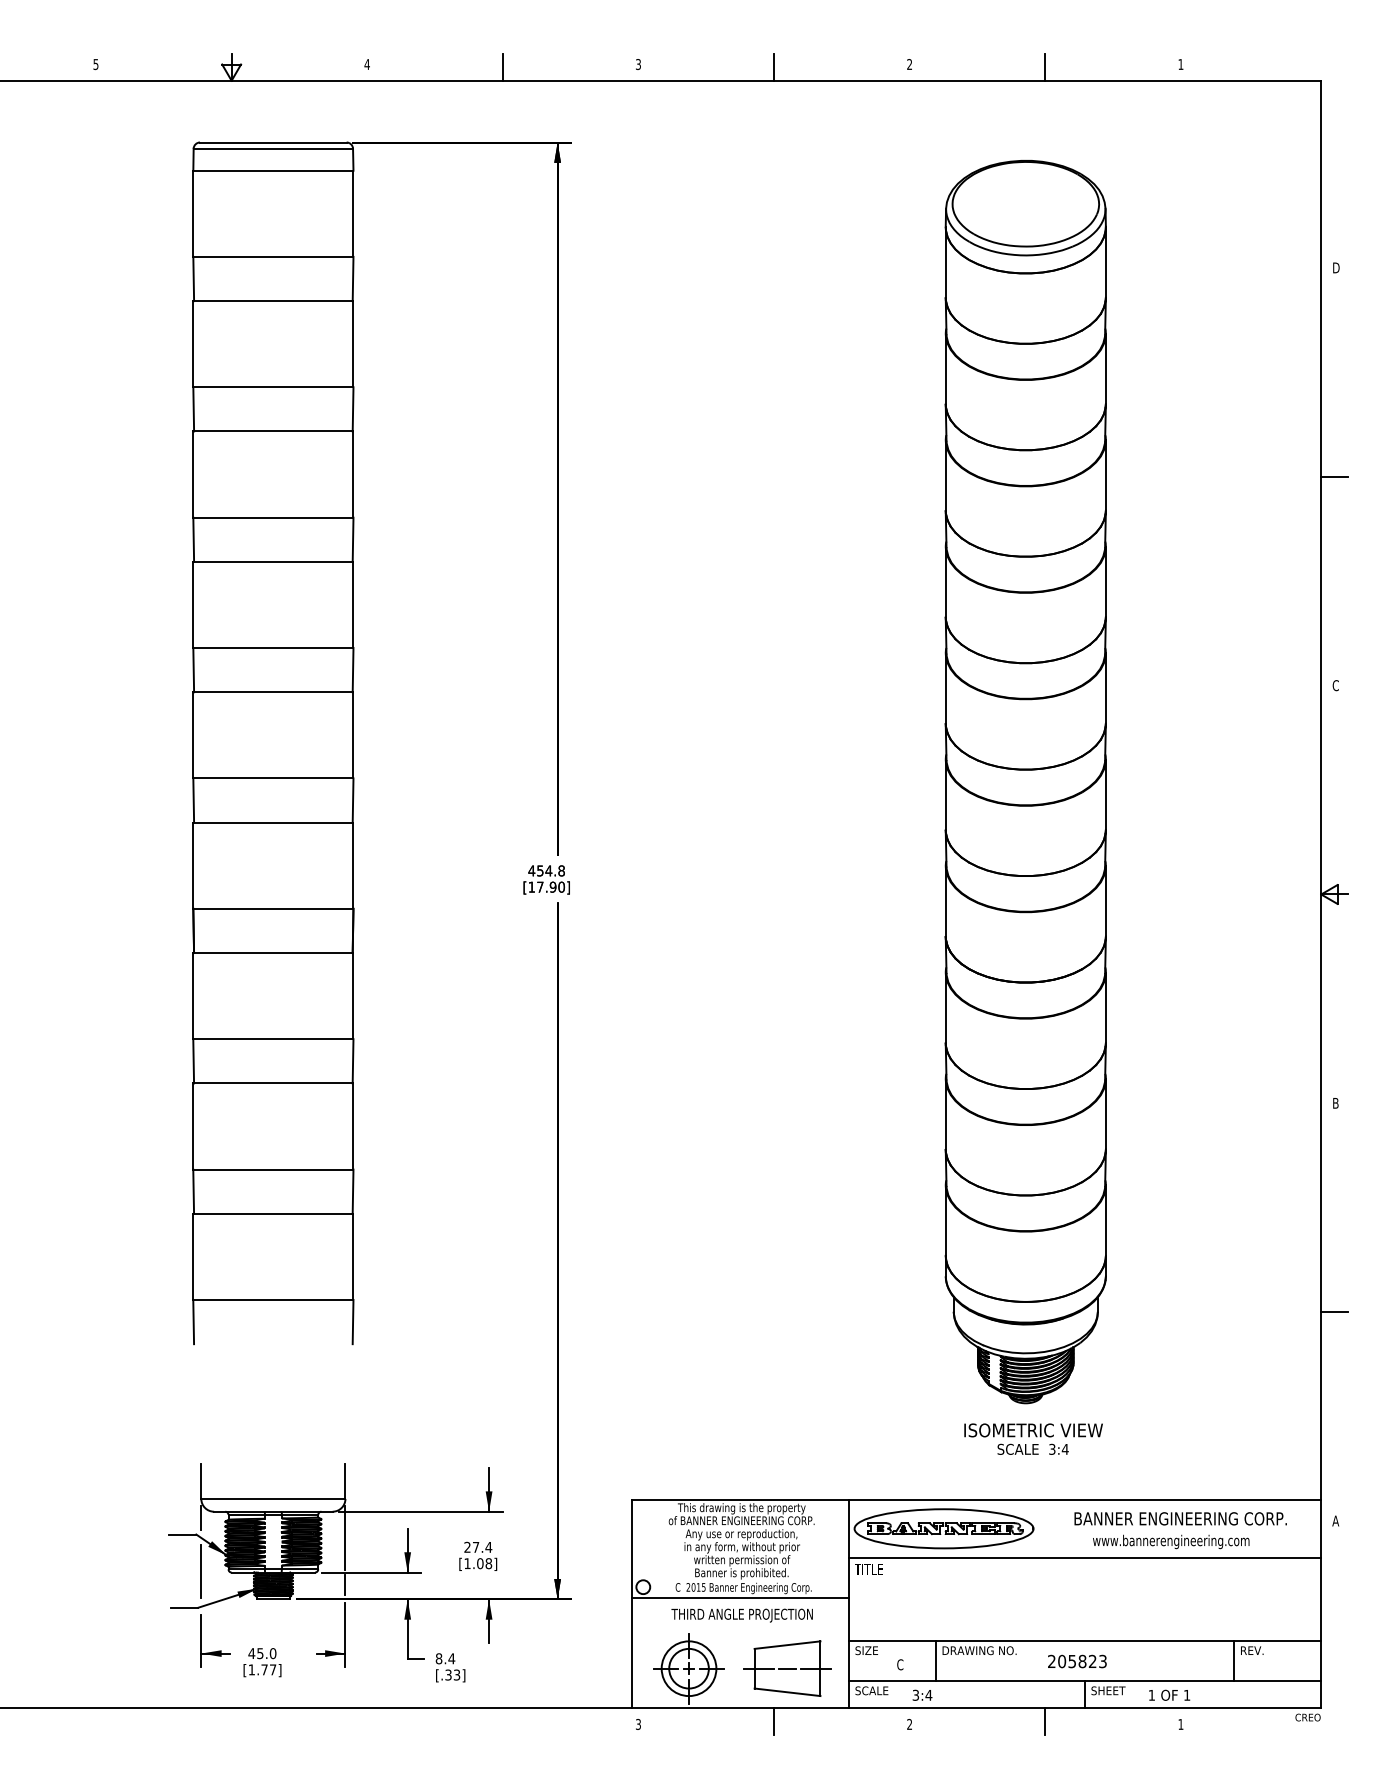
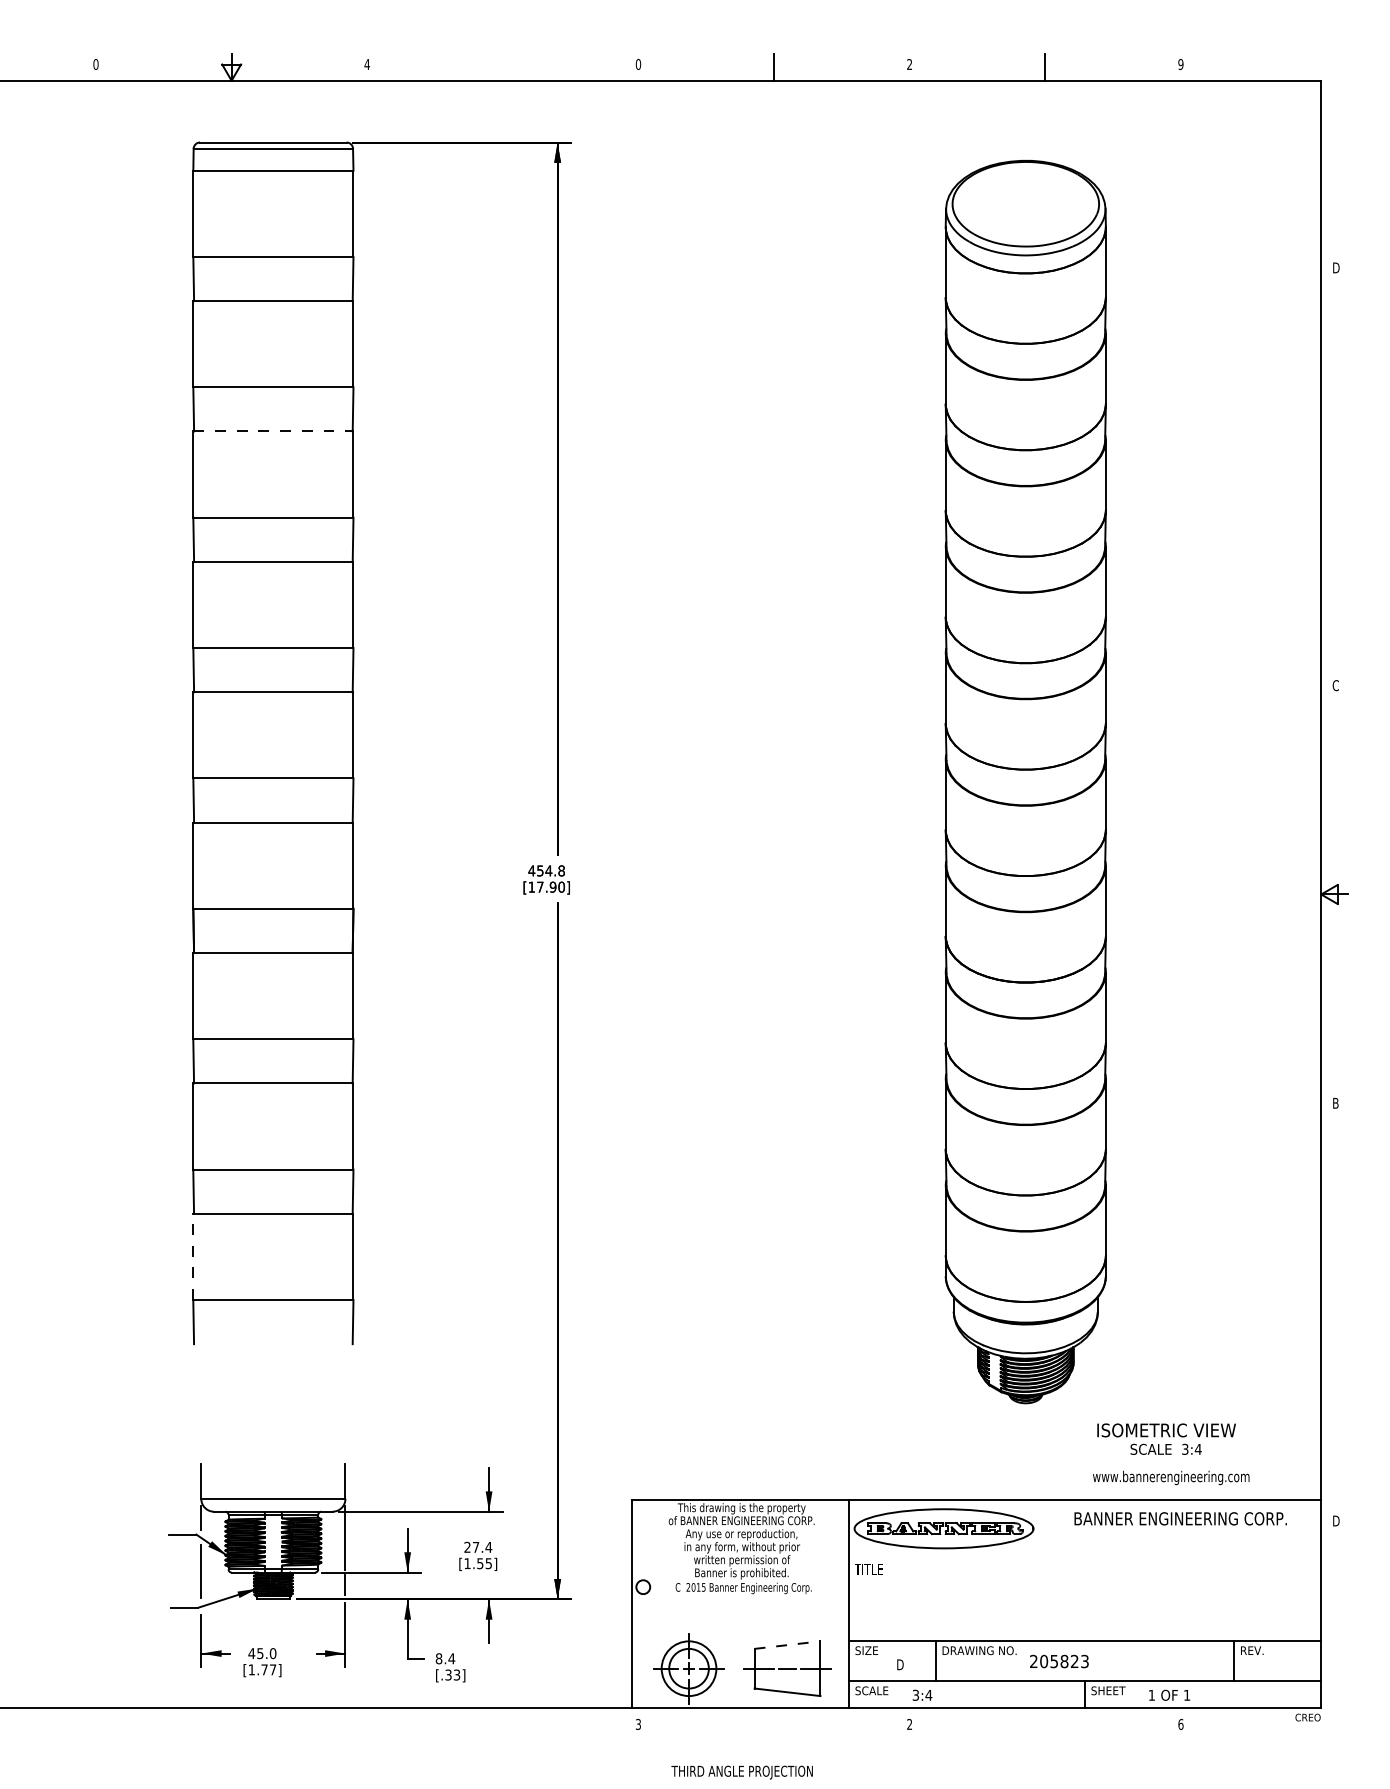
text at (95, 64): 5 -> 0
text at (638, 64): 3 -> 0
text at (1180, 64): 1 -> 9
line at (502, 66): present -> none
line at (273, 431): solid -> dashed
line at (1334, 476): present -> none
line at (193, 1256): solid -> dashed
line at (1334, 1312): present -> none
text at (1033, 1438) position: (1033, 1438) -> (1166, 1438)
text at (1335, 1520): A -> D
text at (1171, 1541) position: (1171, 1541) -> (1171, 1477)
line at (1085, 1558): present -> none
text at (484, 1563): [1.08] -> [1.55]
line at (740, 1597): present -> none
text at (741, 1615) position: (741, 1615) -> (741, 1772)
line at (788, 1645): solid -> dashed
text at (1077, 1661) position: (1077, 1661) -> (1059, 1661)
text at (900, 1664): C -> D
line at (774, 1721): present -> none
line at (1045, 1721): present -> none
text at (1180, 1723): 1 -> 6
